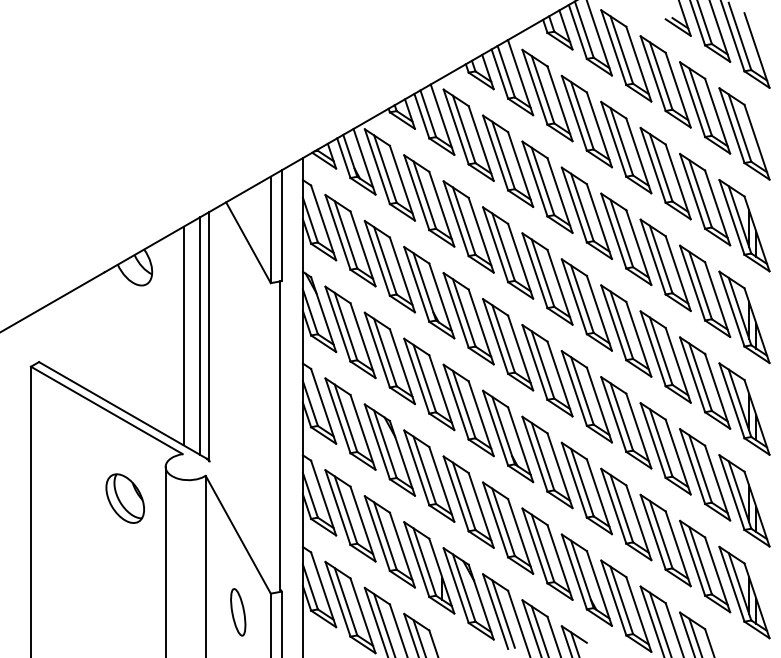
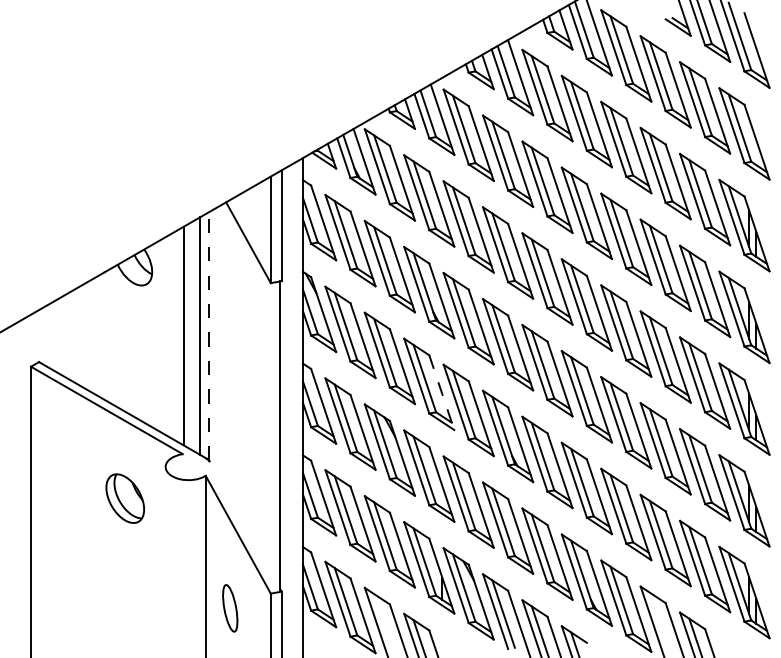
line at (208, 335): solid -> dashed
line at (441, 393): solid -> dashed
line at (165, 560): present -> none
part at (238, 612) position: (238, 612) -> (230, 608)
line at (659, 623): present -> none
line at (384, 624): present -> none
